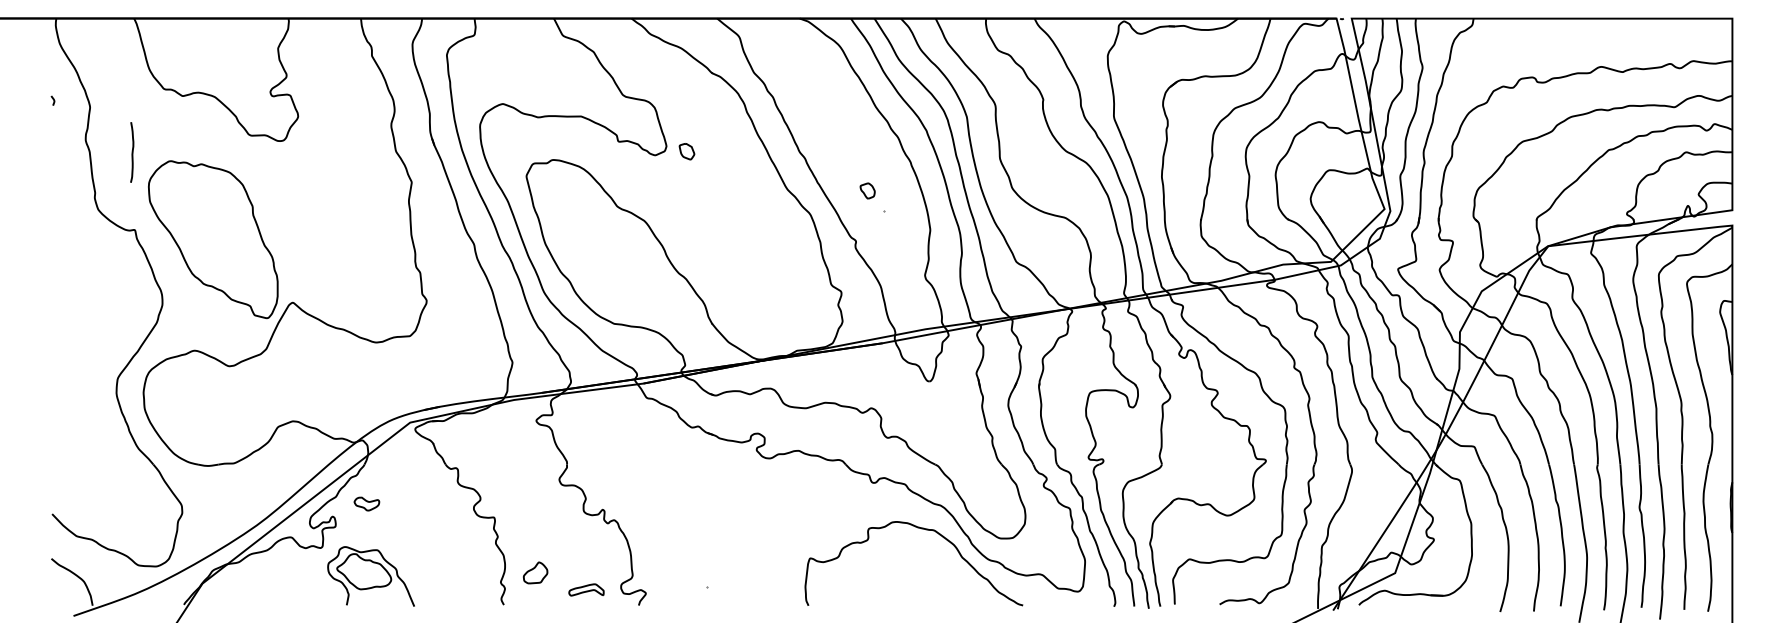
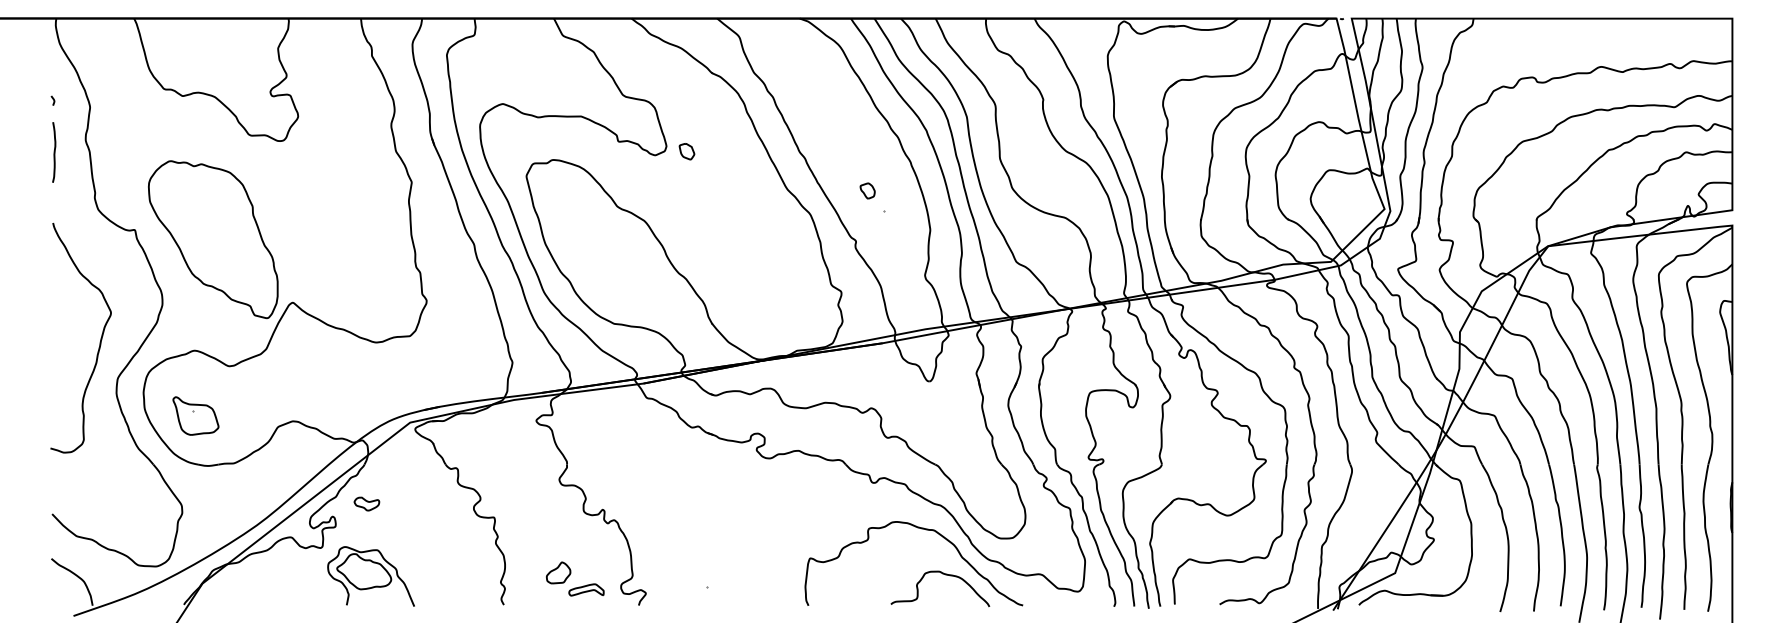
curve at (132, 152) position: (132, 152) -> (54, 152)
curve at (99, 342): none -> present
part at (195, 415): none -> present
part at (535, 572) position: (535, 572) -> (558, 572)
curve at (945, 575): none -> present
